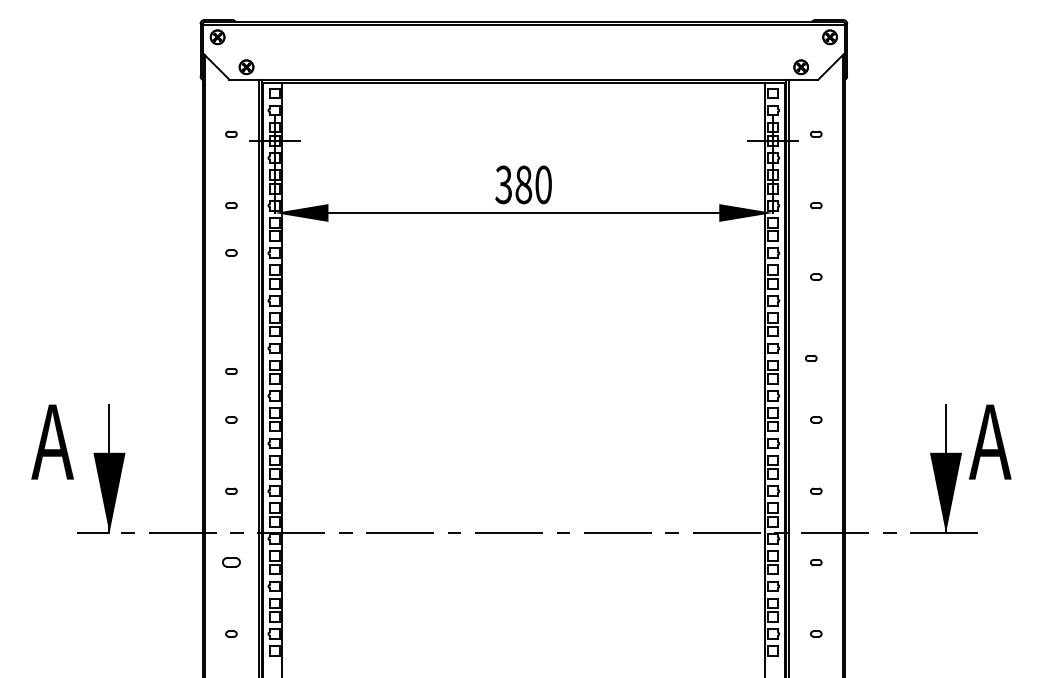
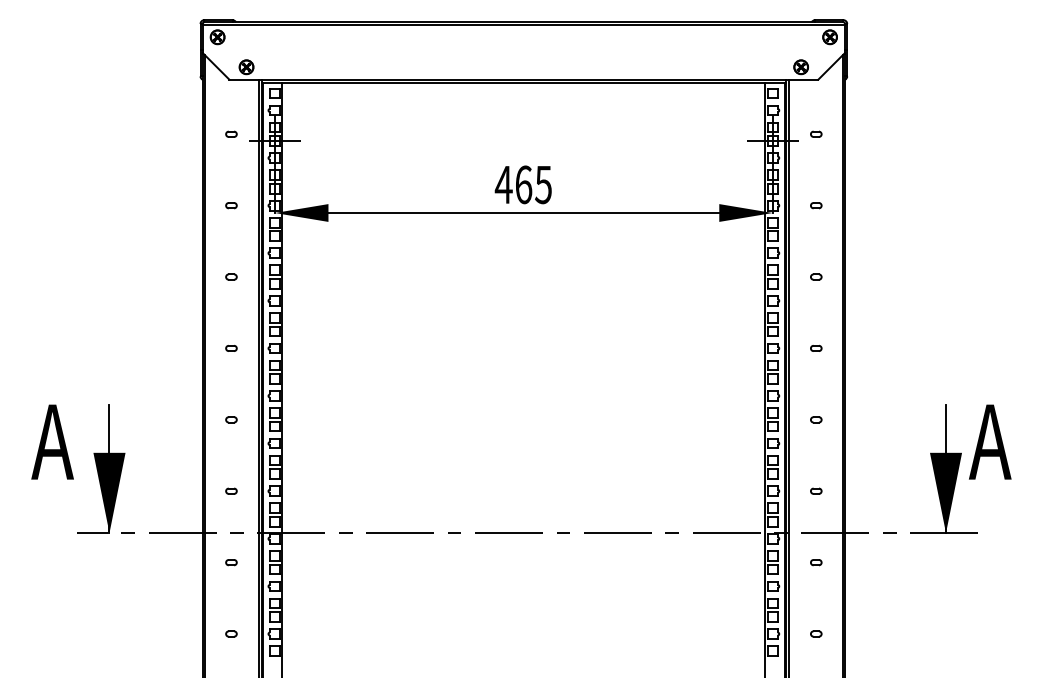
text at (522, 184): 380 -> 465
part at (231, 252) position: (231, 252) -> (231, 276)
part at (811, 357) position: (811, 357) -> (816, 347)
part at (231, 371) position: (231, 371) -> (231, 348)
part at (231, 562) size: 19x11 px -> 13x8 px
